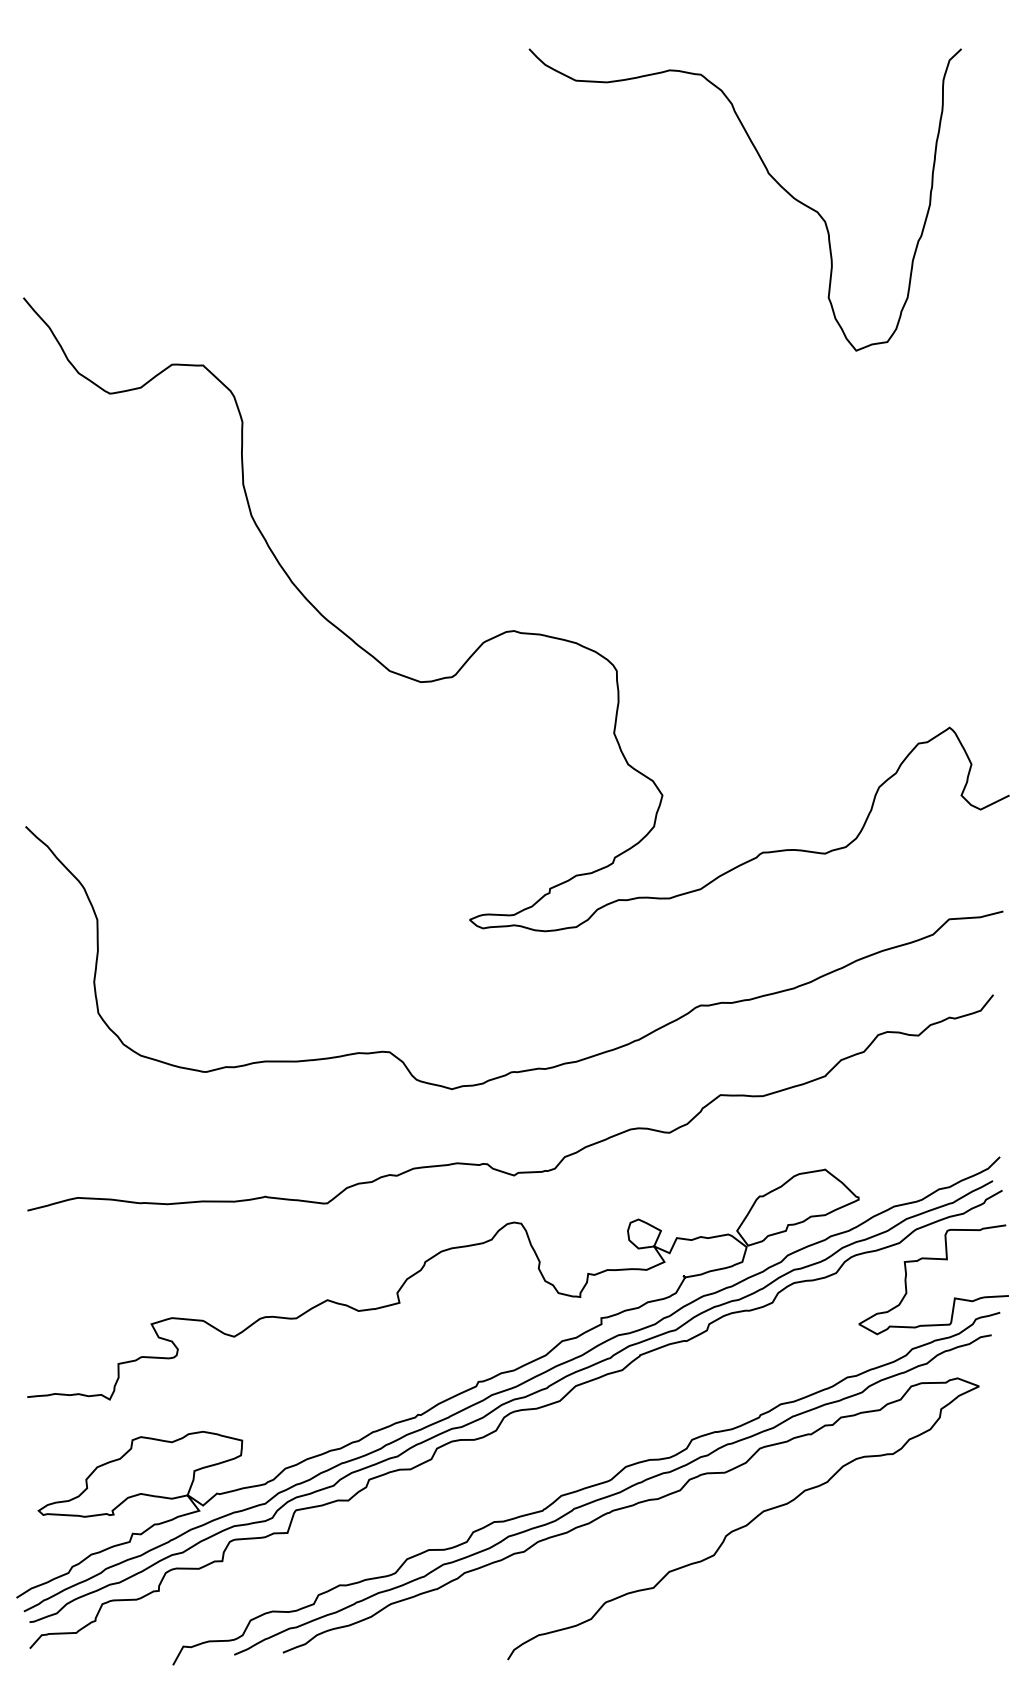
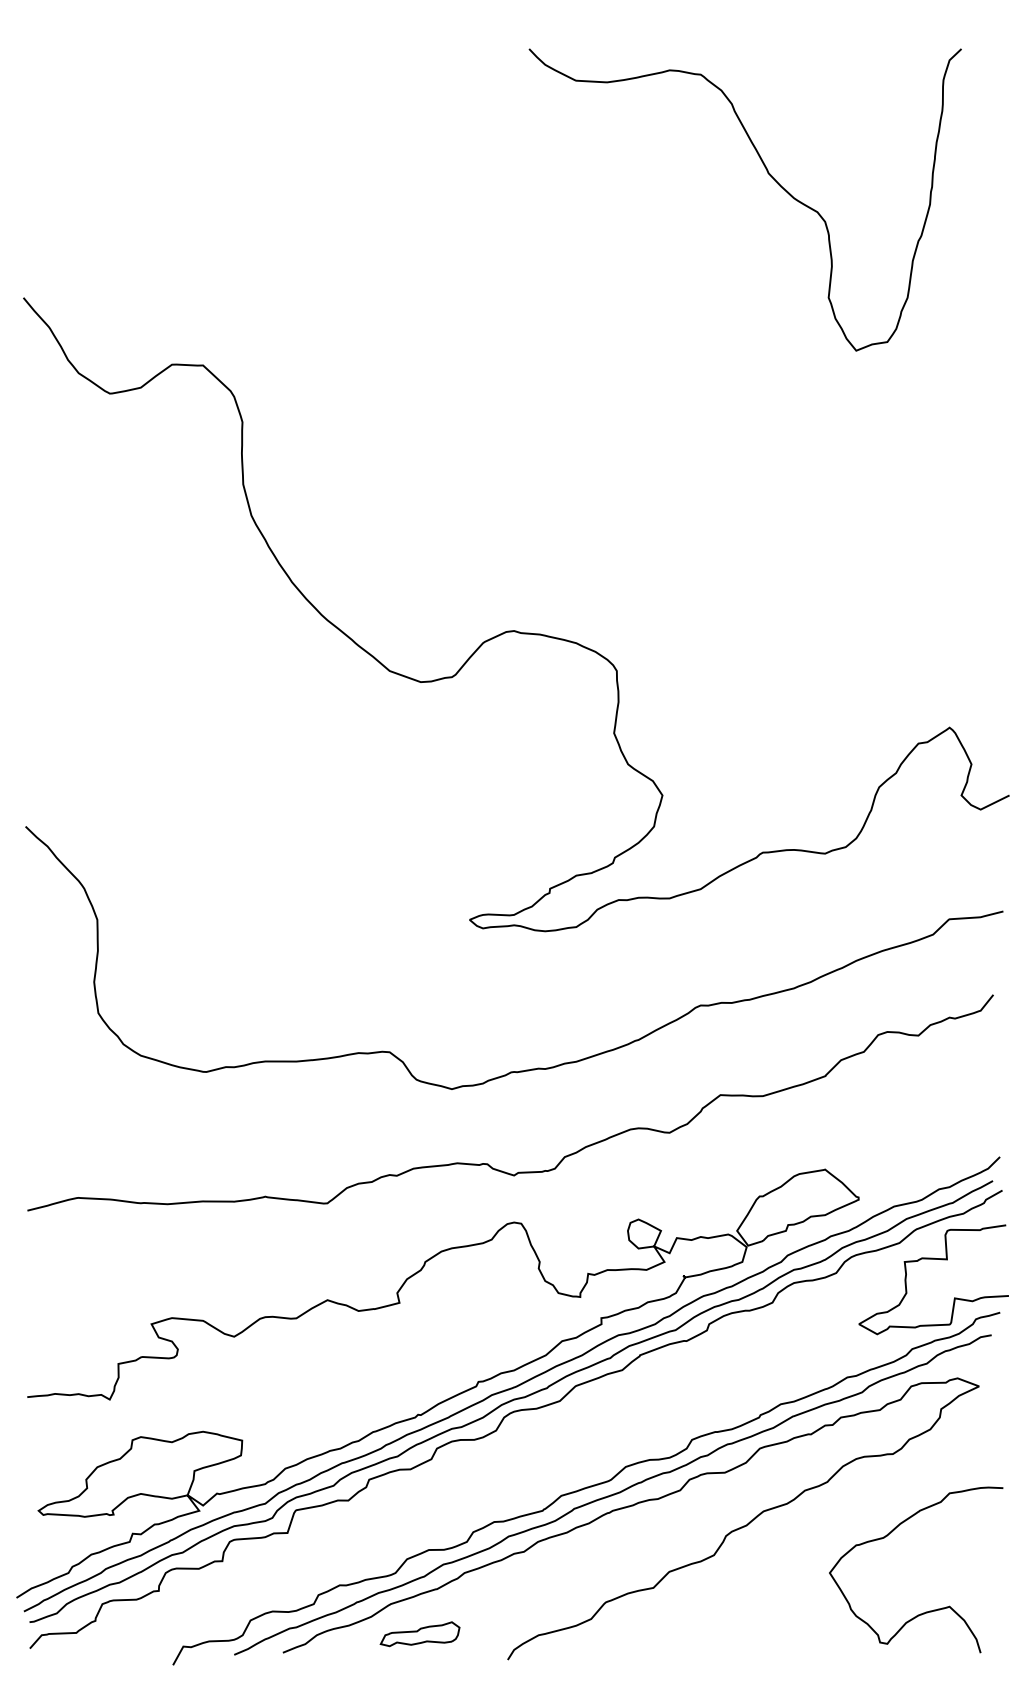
curve at (929, 1610): none -> present
part at (419, 1634): none -> present
